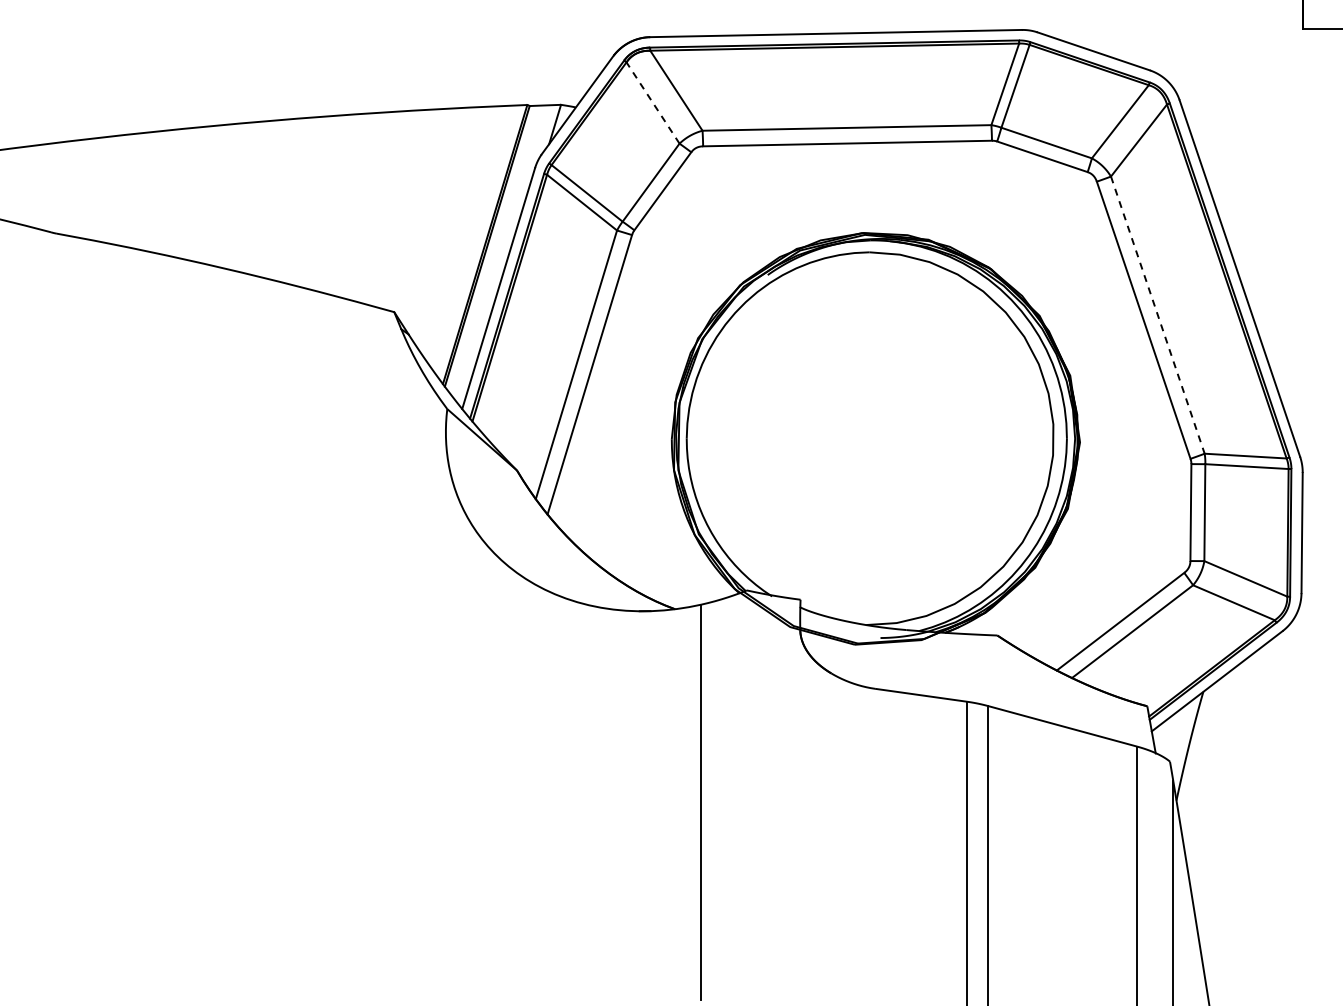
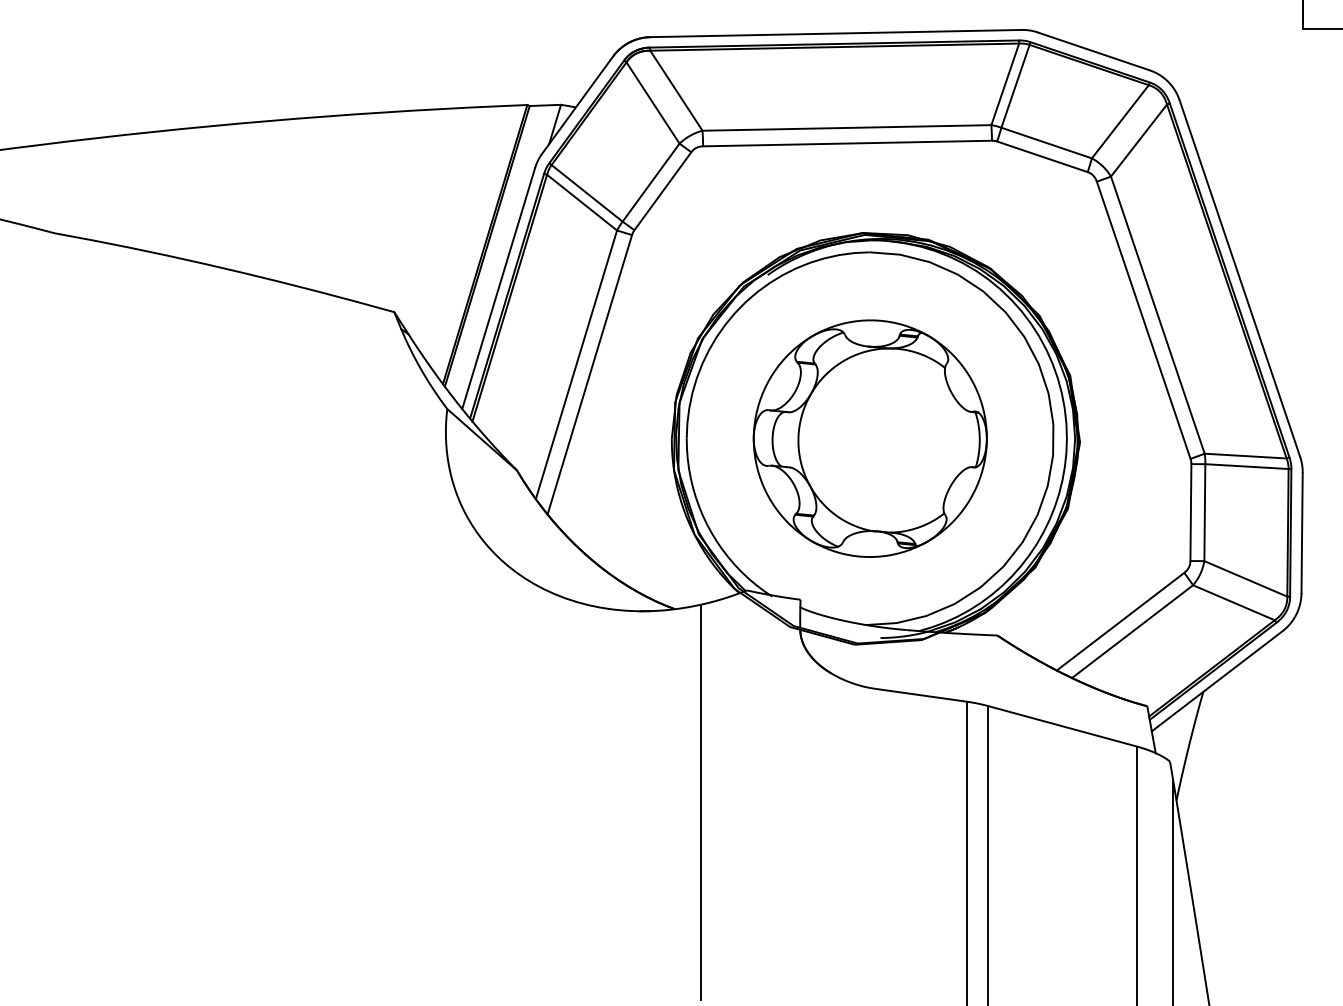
line at (653, 103): dashed -> solid
line at (1158, 315): dashed -> solid
part at (869, 438): none -> present
